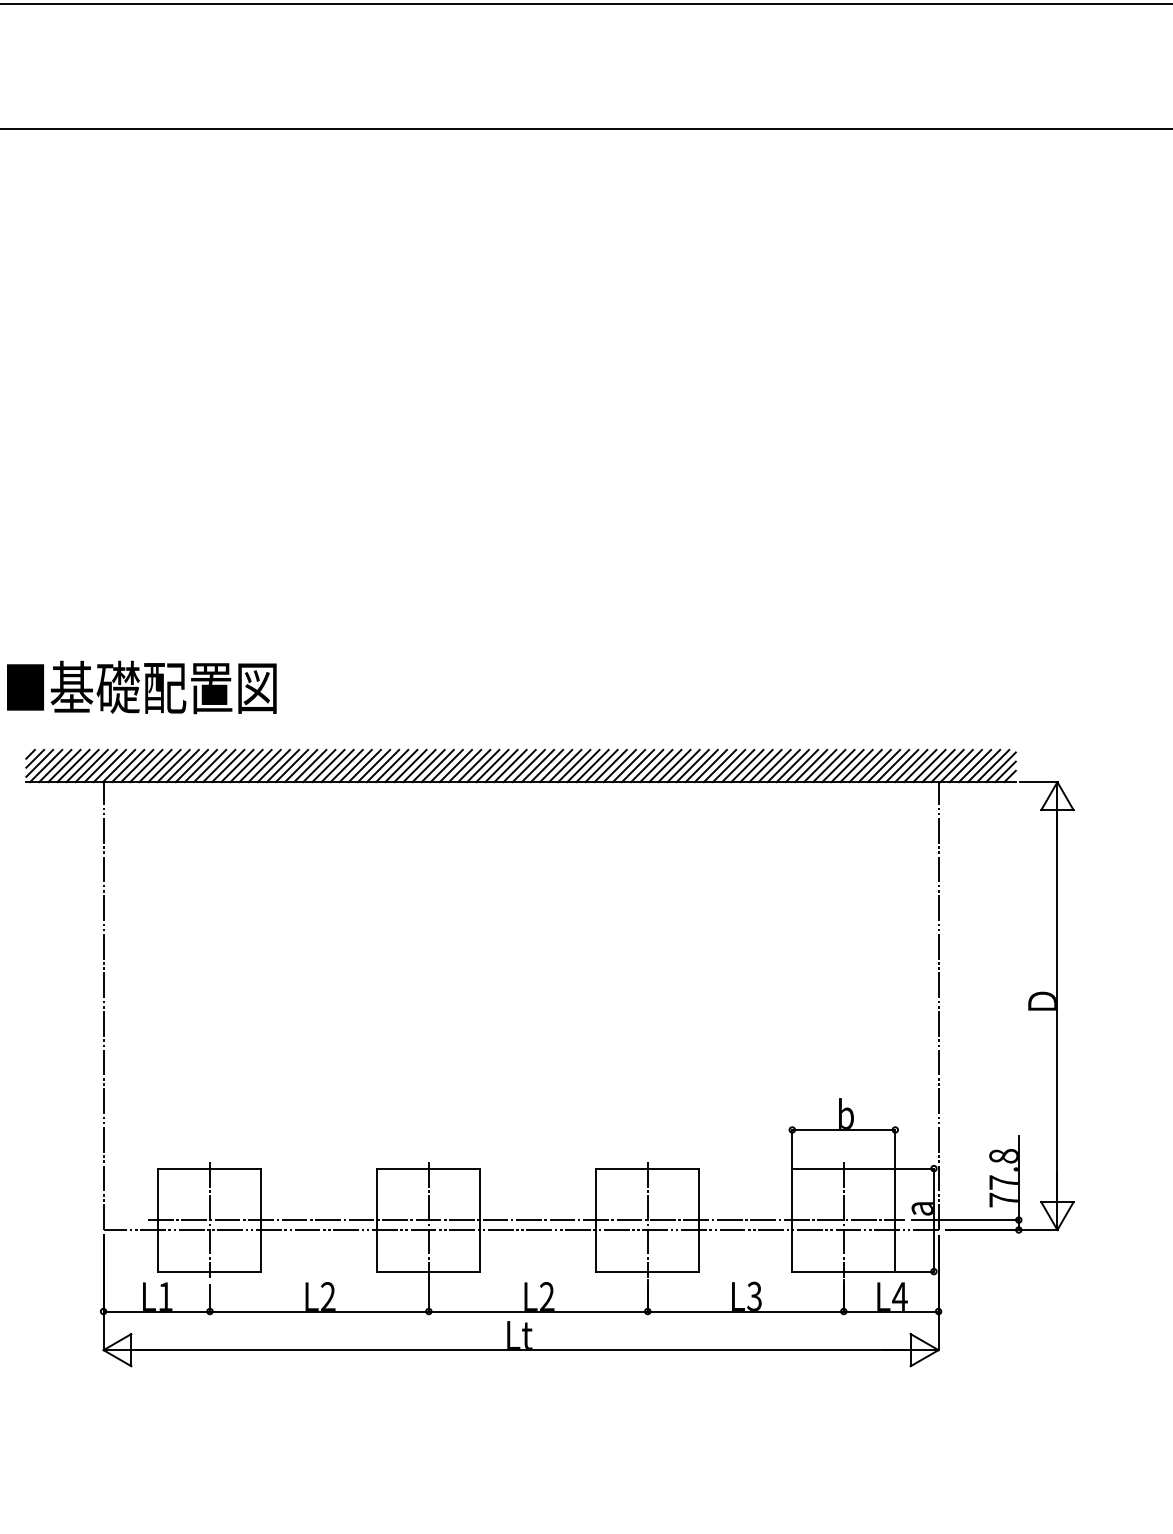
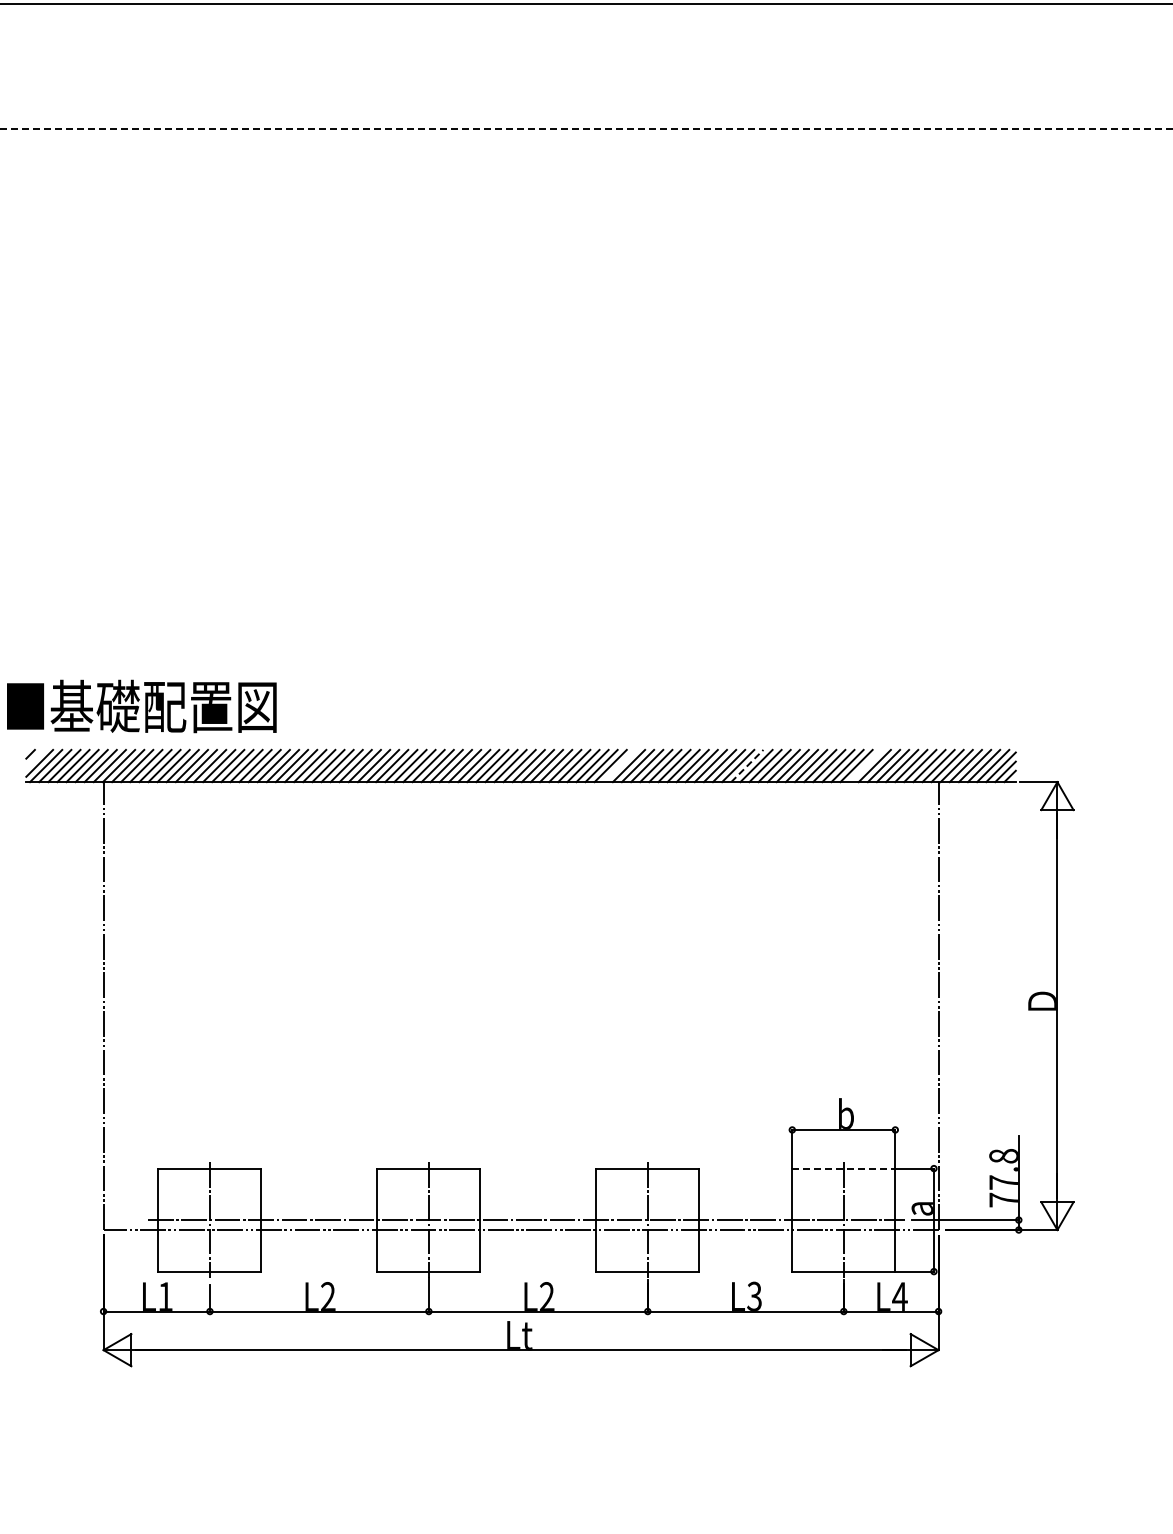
line at (586, 129): solid -> dashed
text at (141, 687) position: (141, 687) -> (141, 706)
line at (35, 758): present -> none
line at (619, 765): present -> none
line at (865, 765): present -> none
line at (747, 766): solid -> dashed
line at (843, 1168): solid -> dashed
